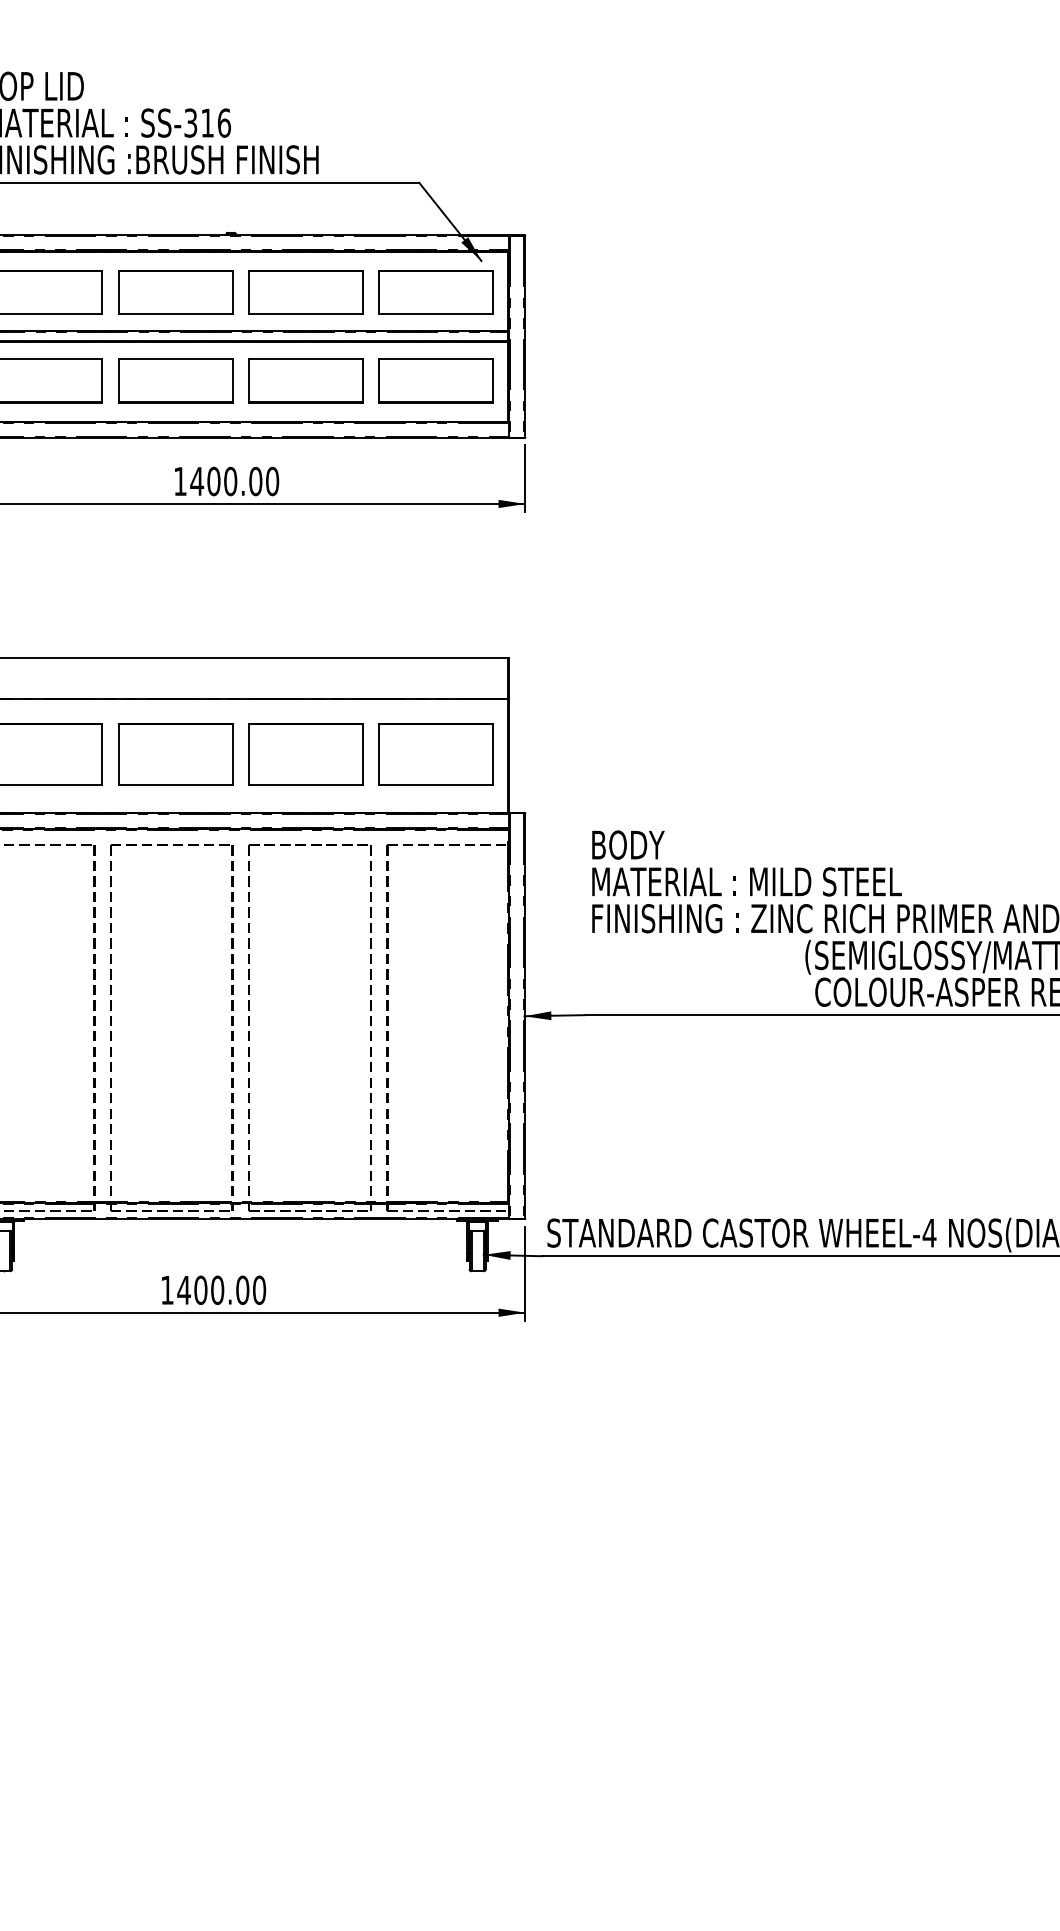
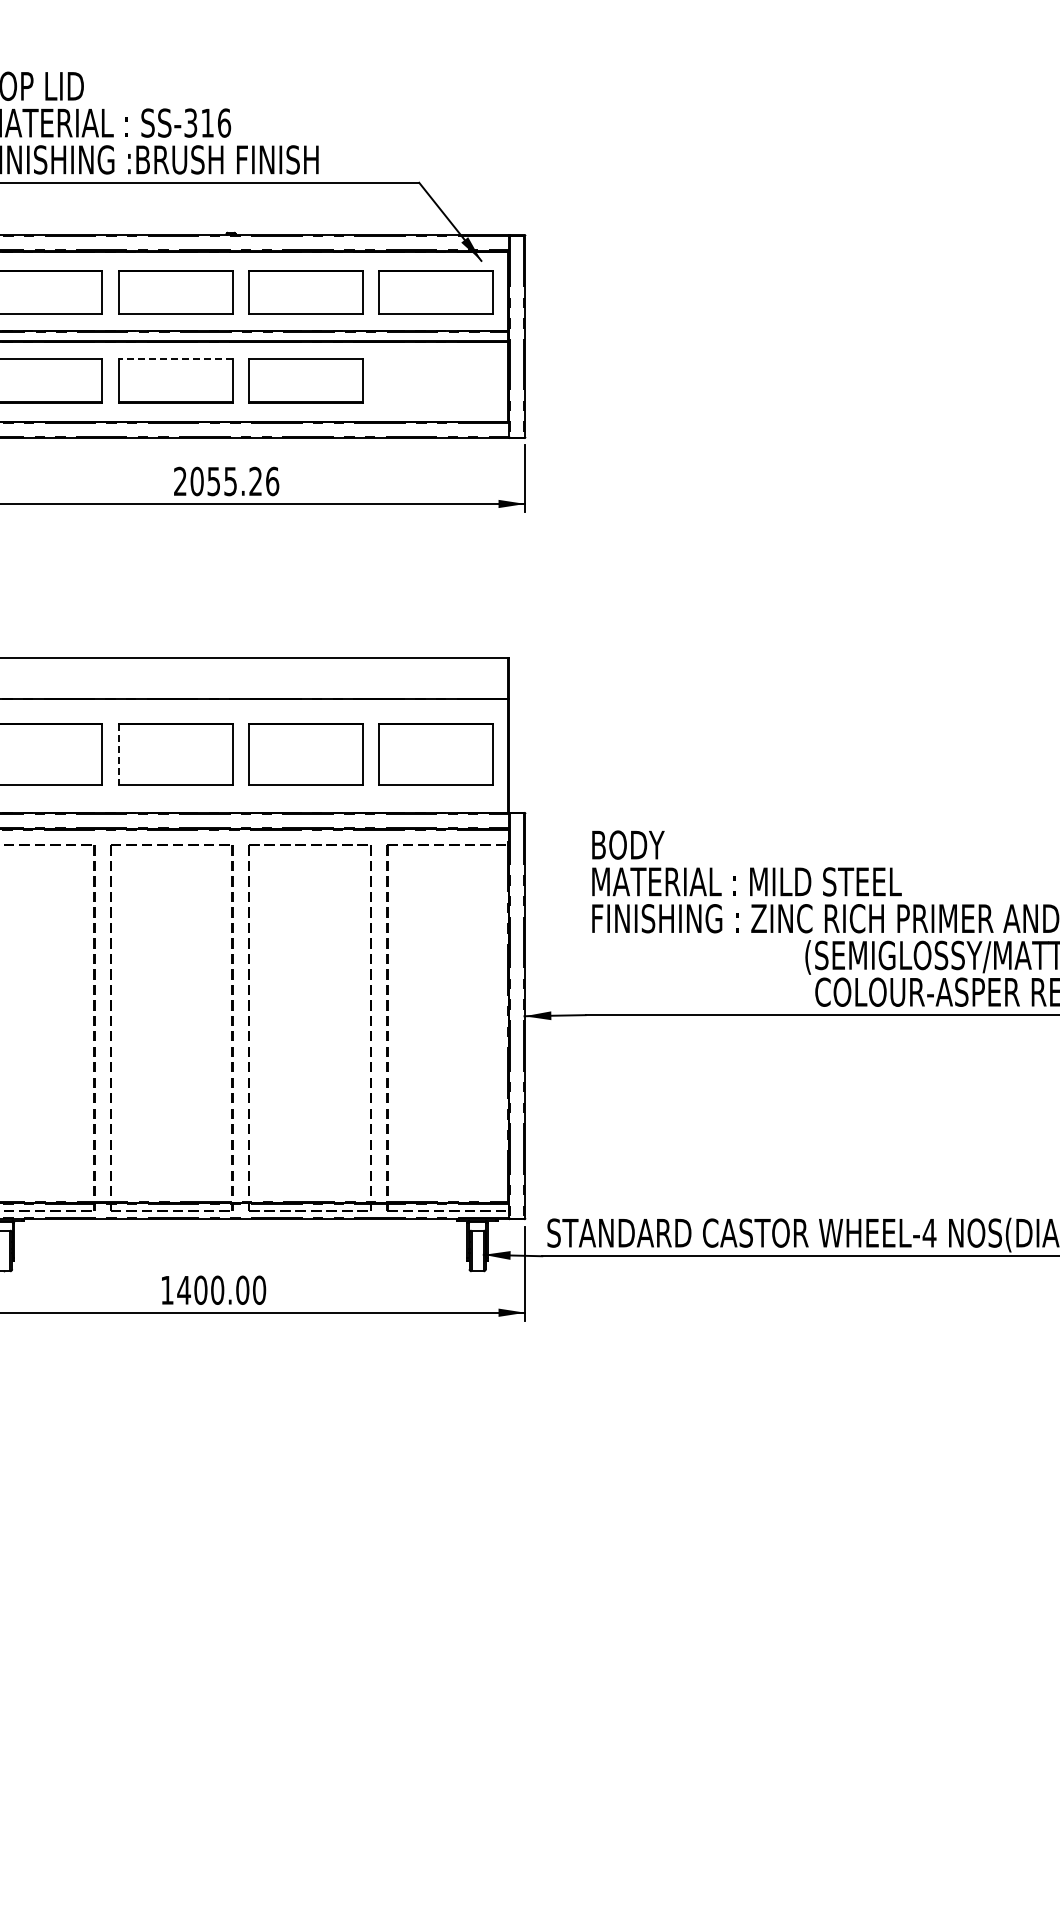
line at (175, 359): solid -> dashed
part at (435, 380): present -> none
text at (226, 481): 1400.00 -> 2055.26
line at (118, 754): solid -> dashed
